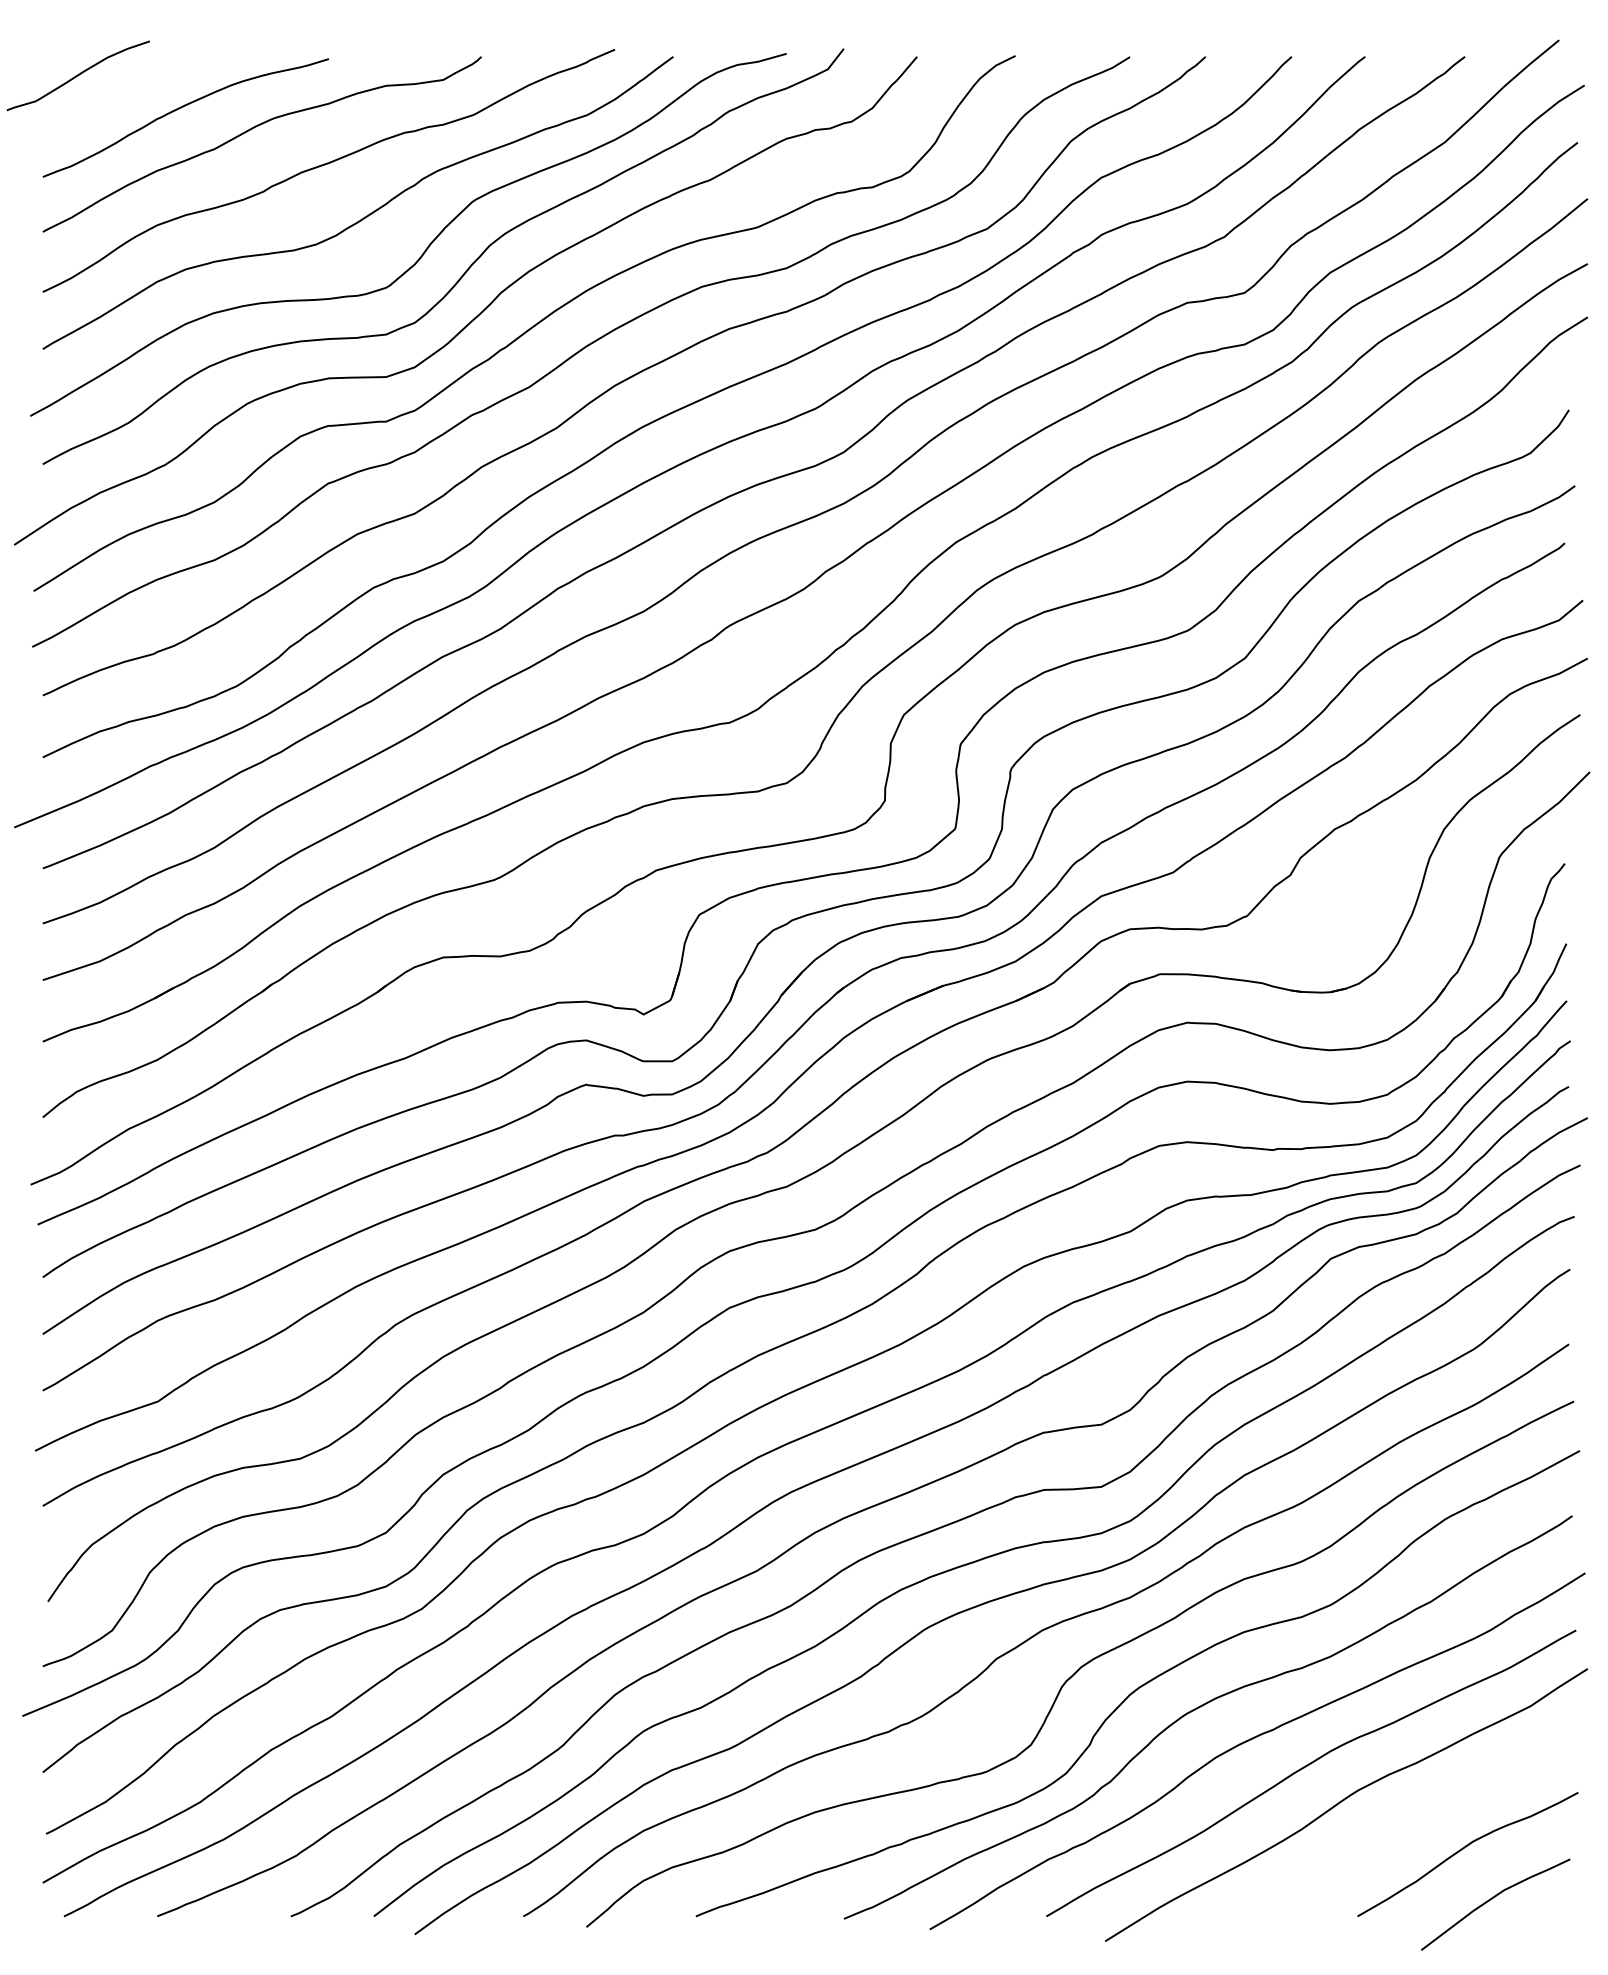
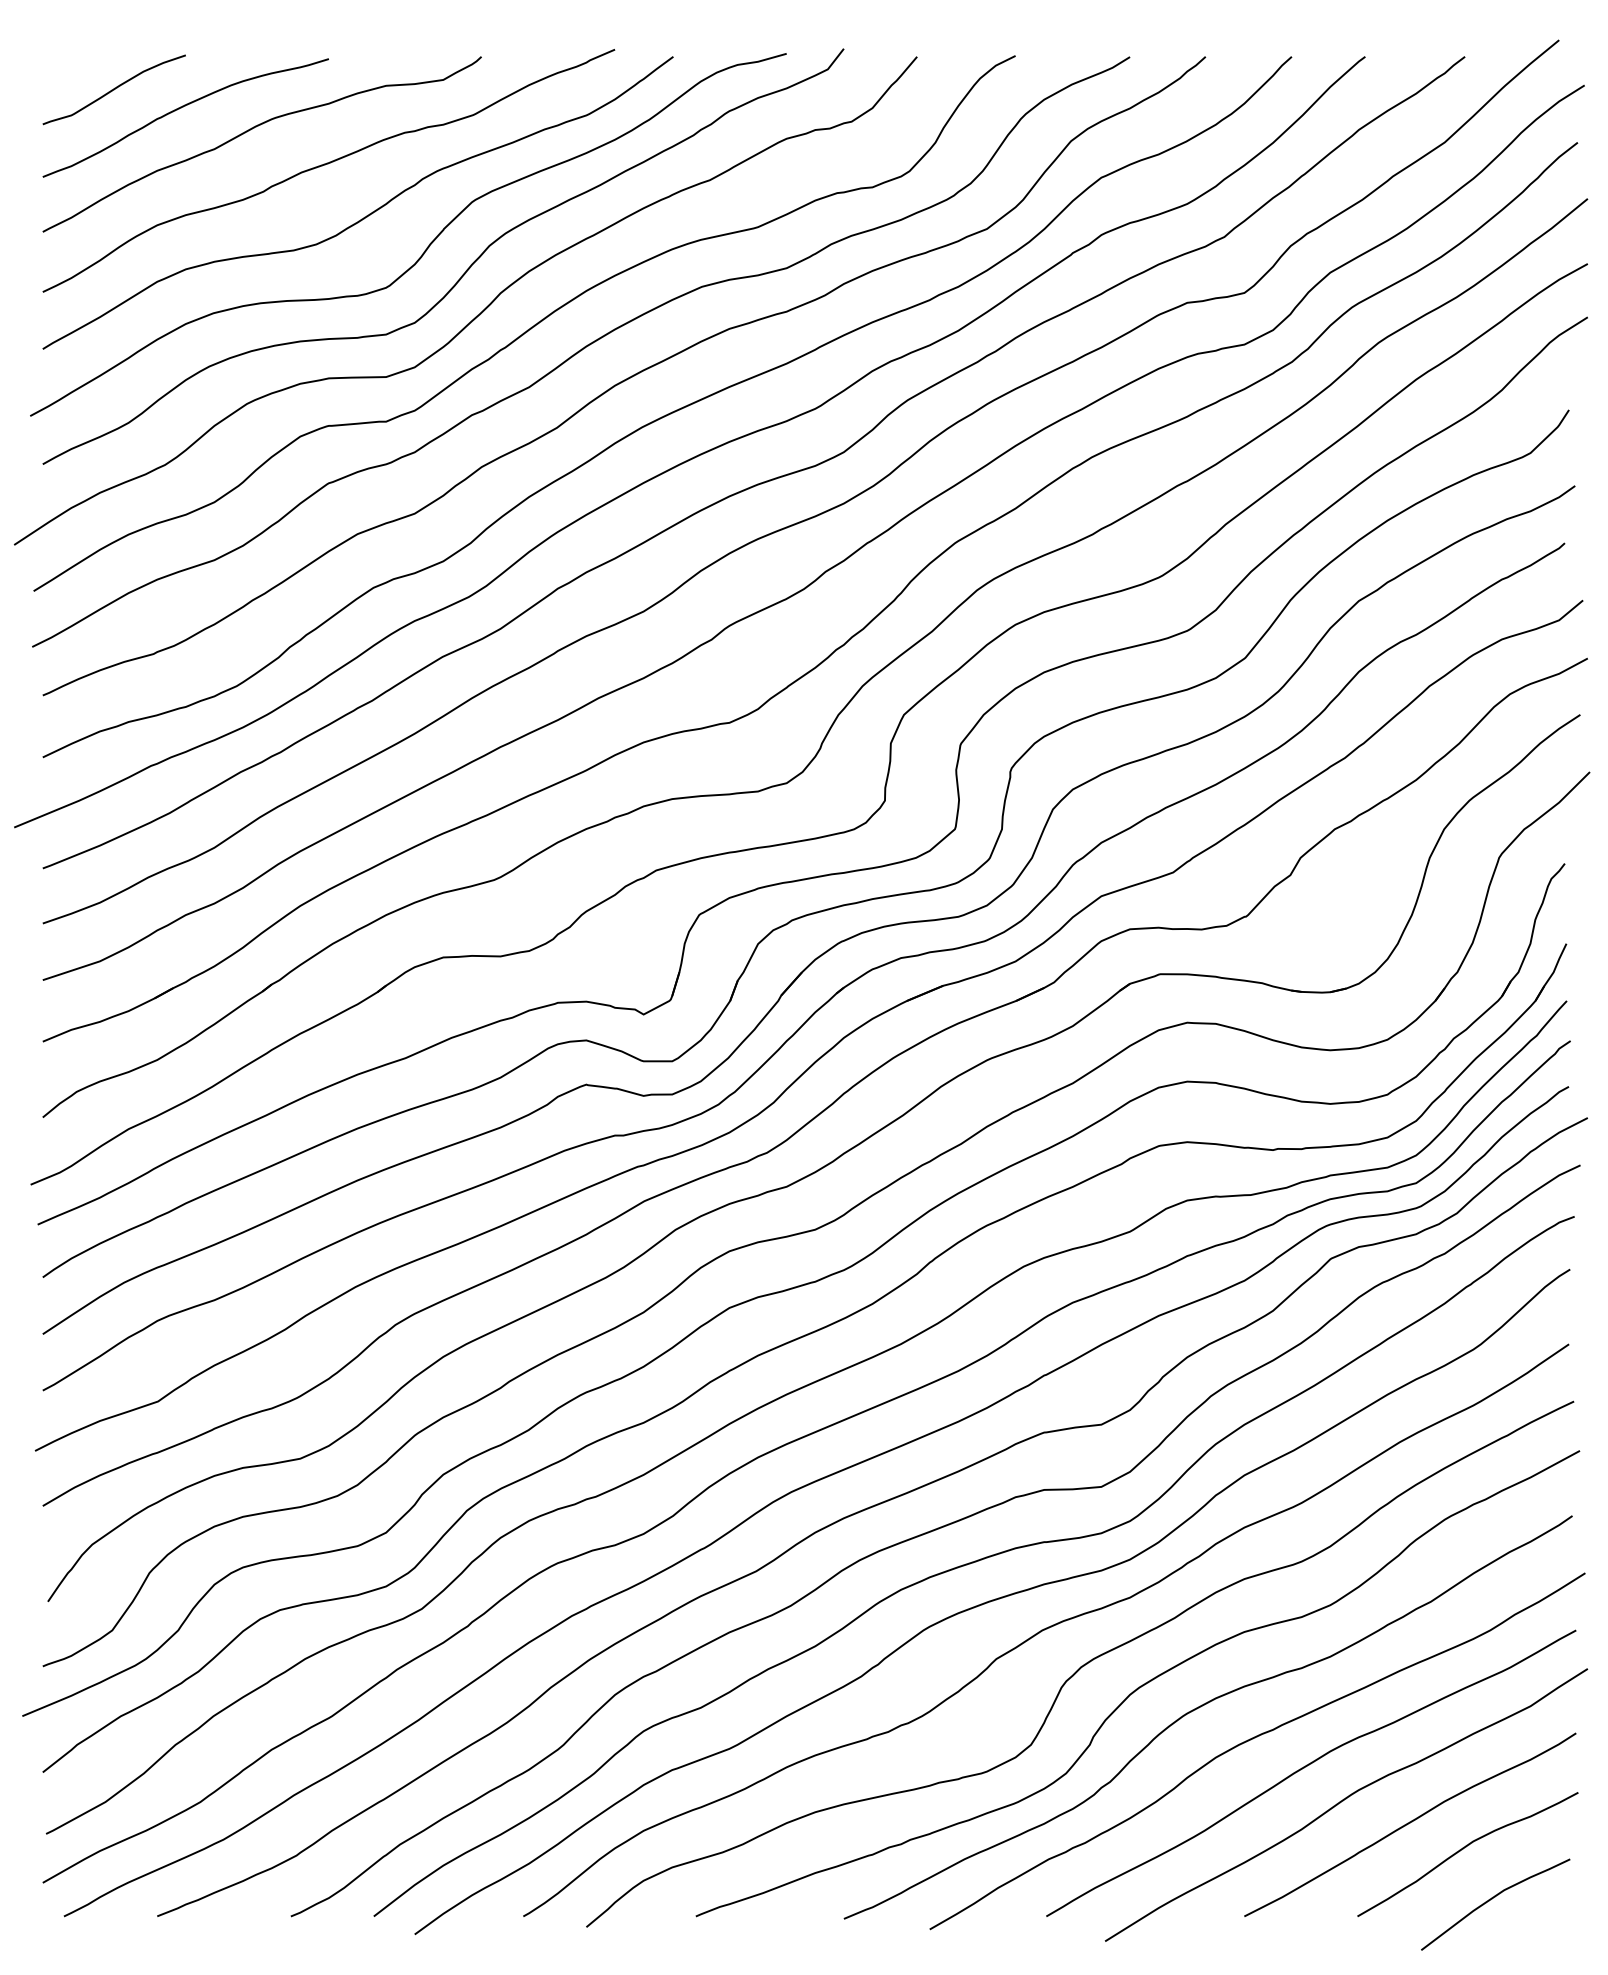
curve at (77, 75) position: (77, 75) -> (113, 89)
curve at (1410, 1823): none -> present
